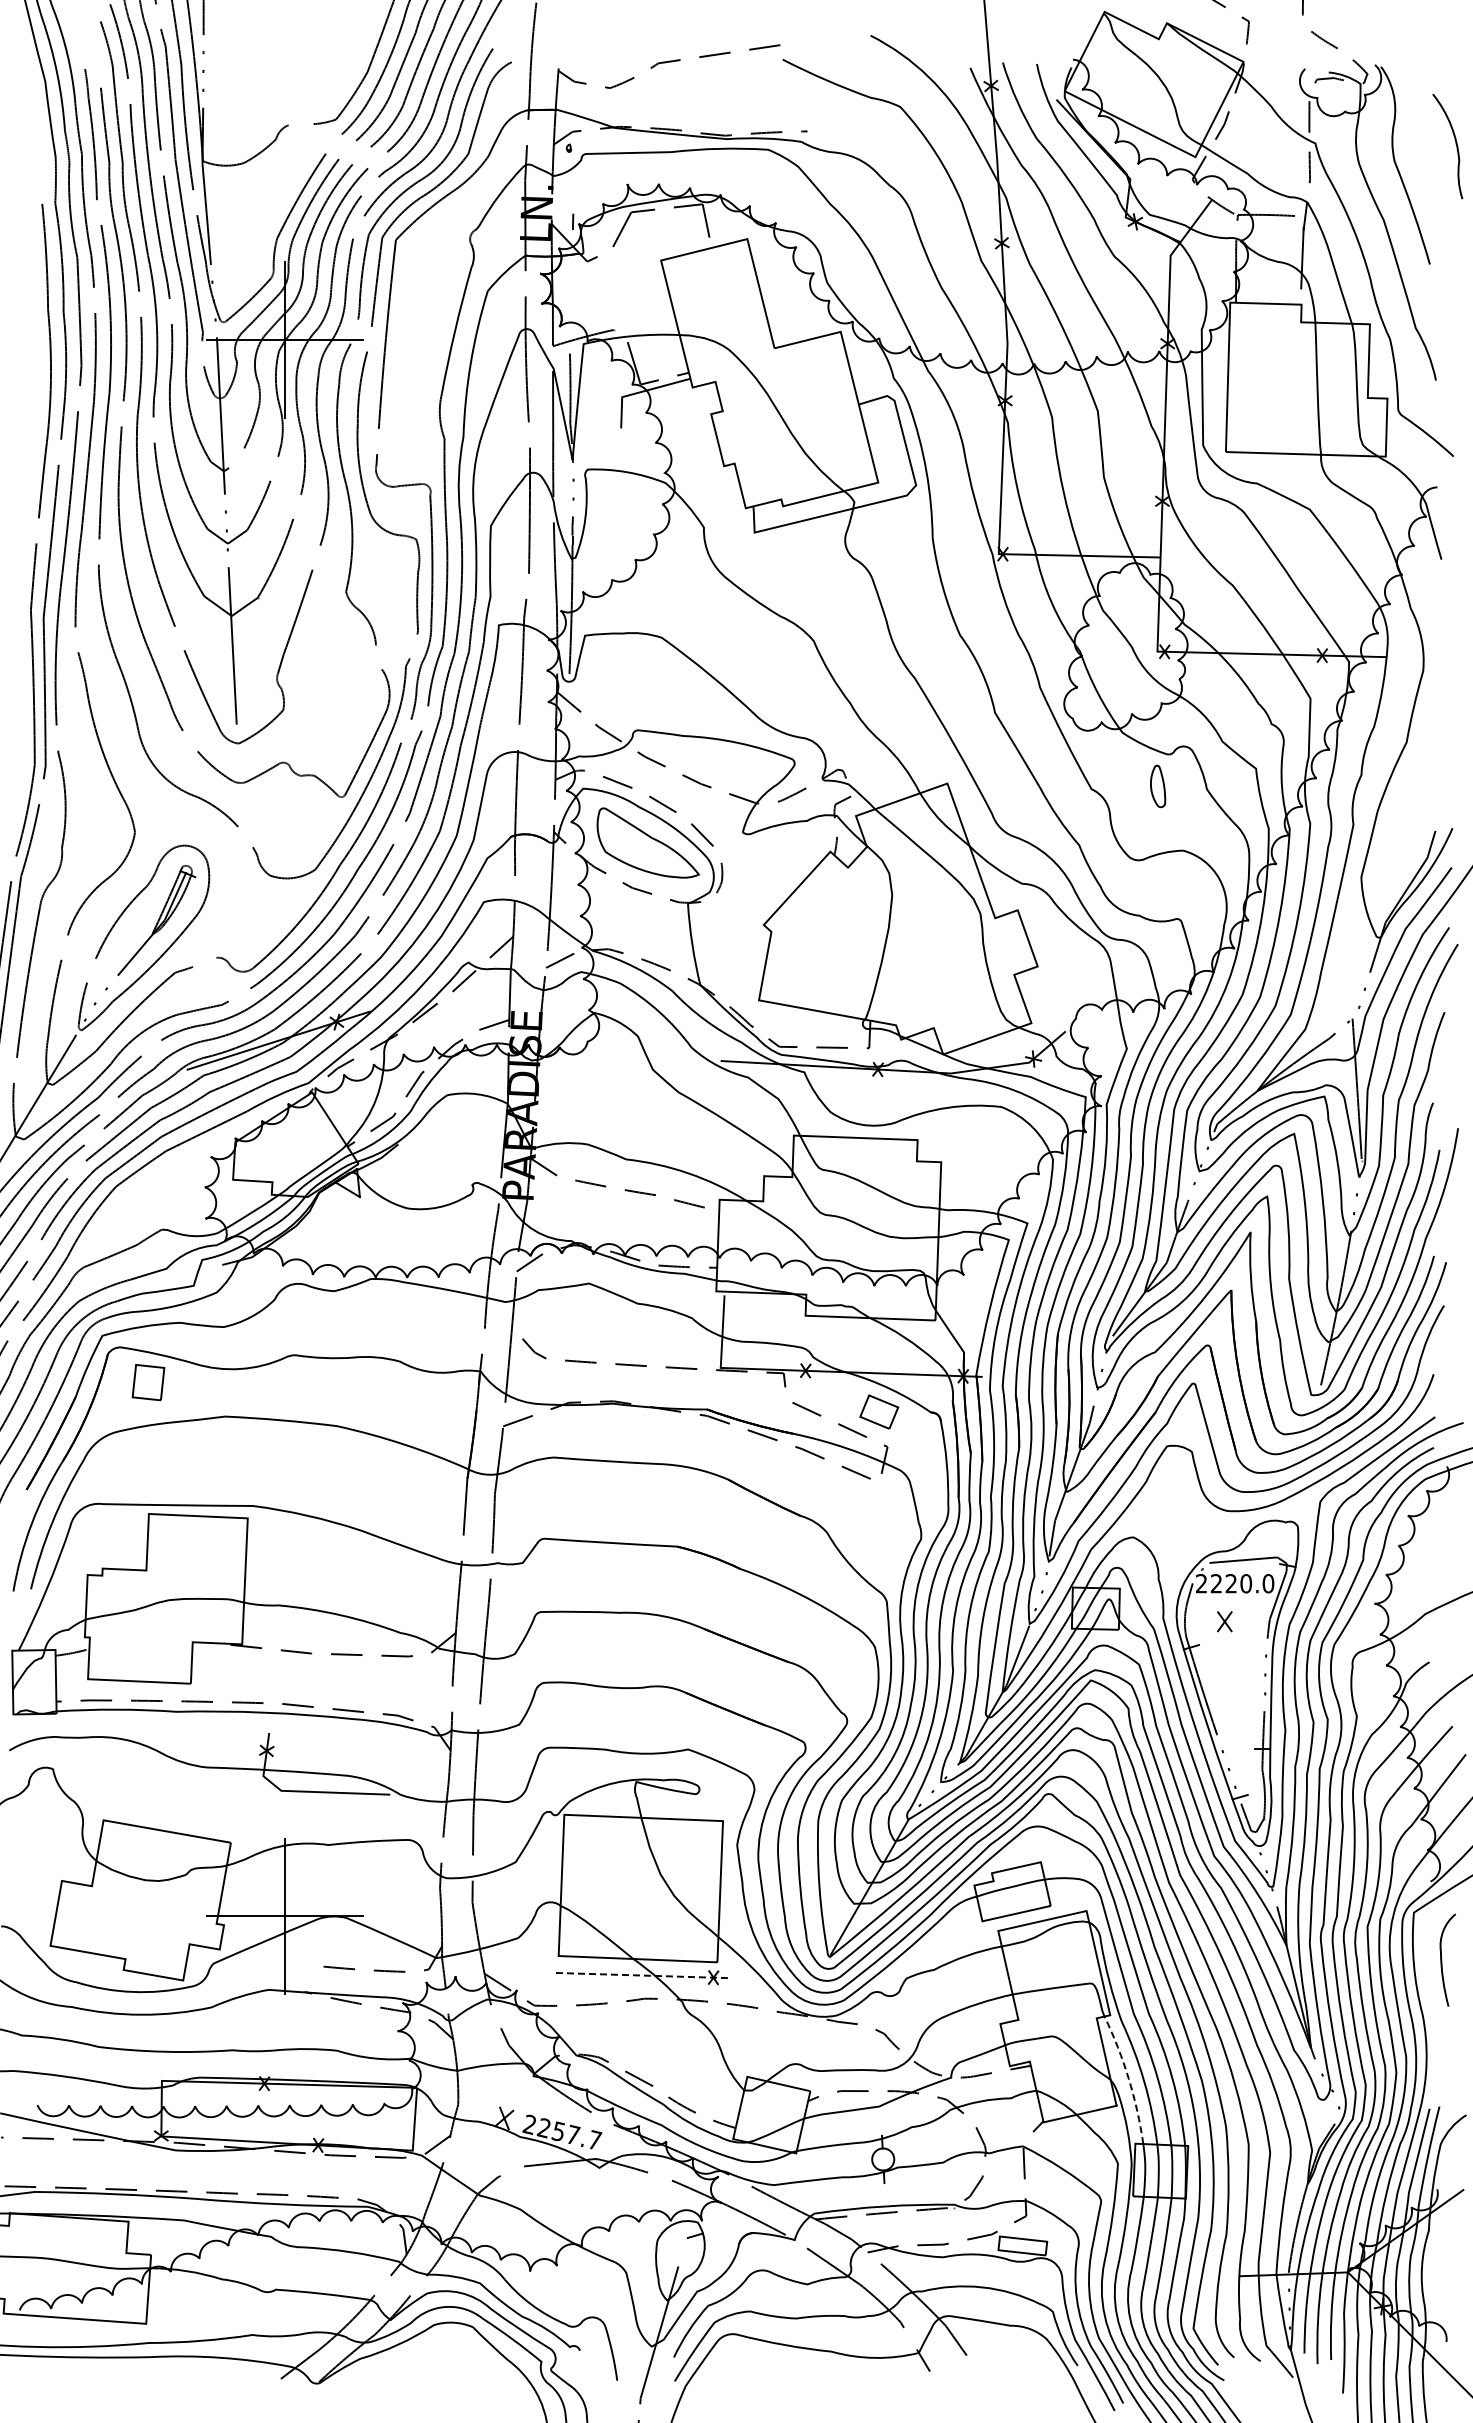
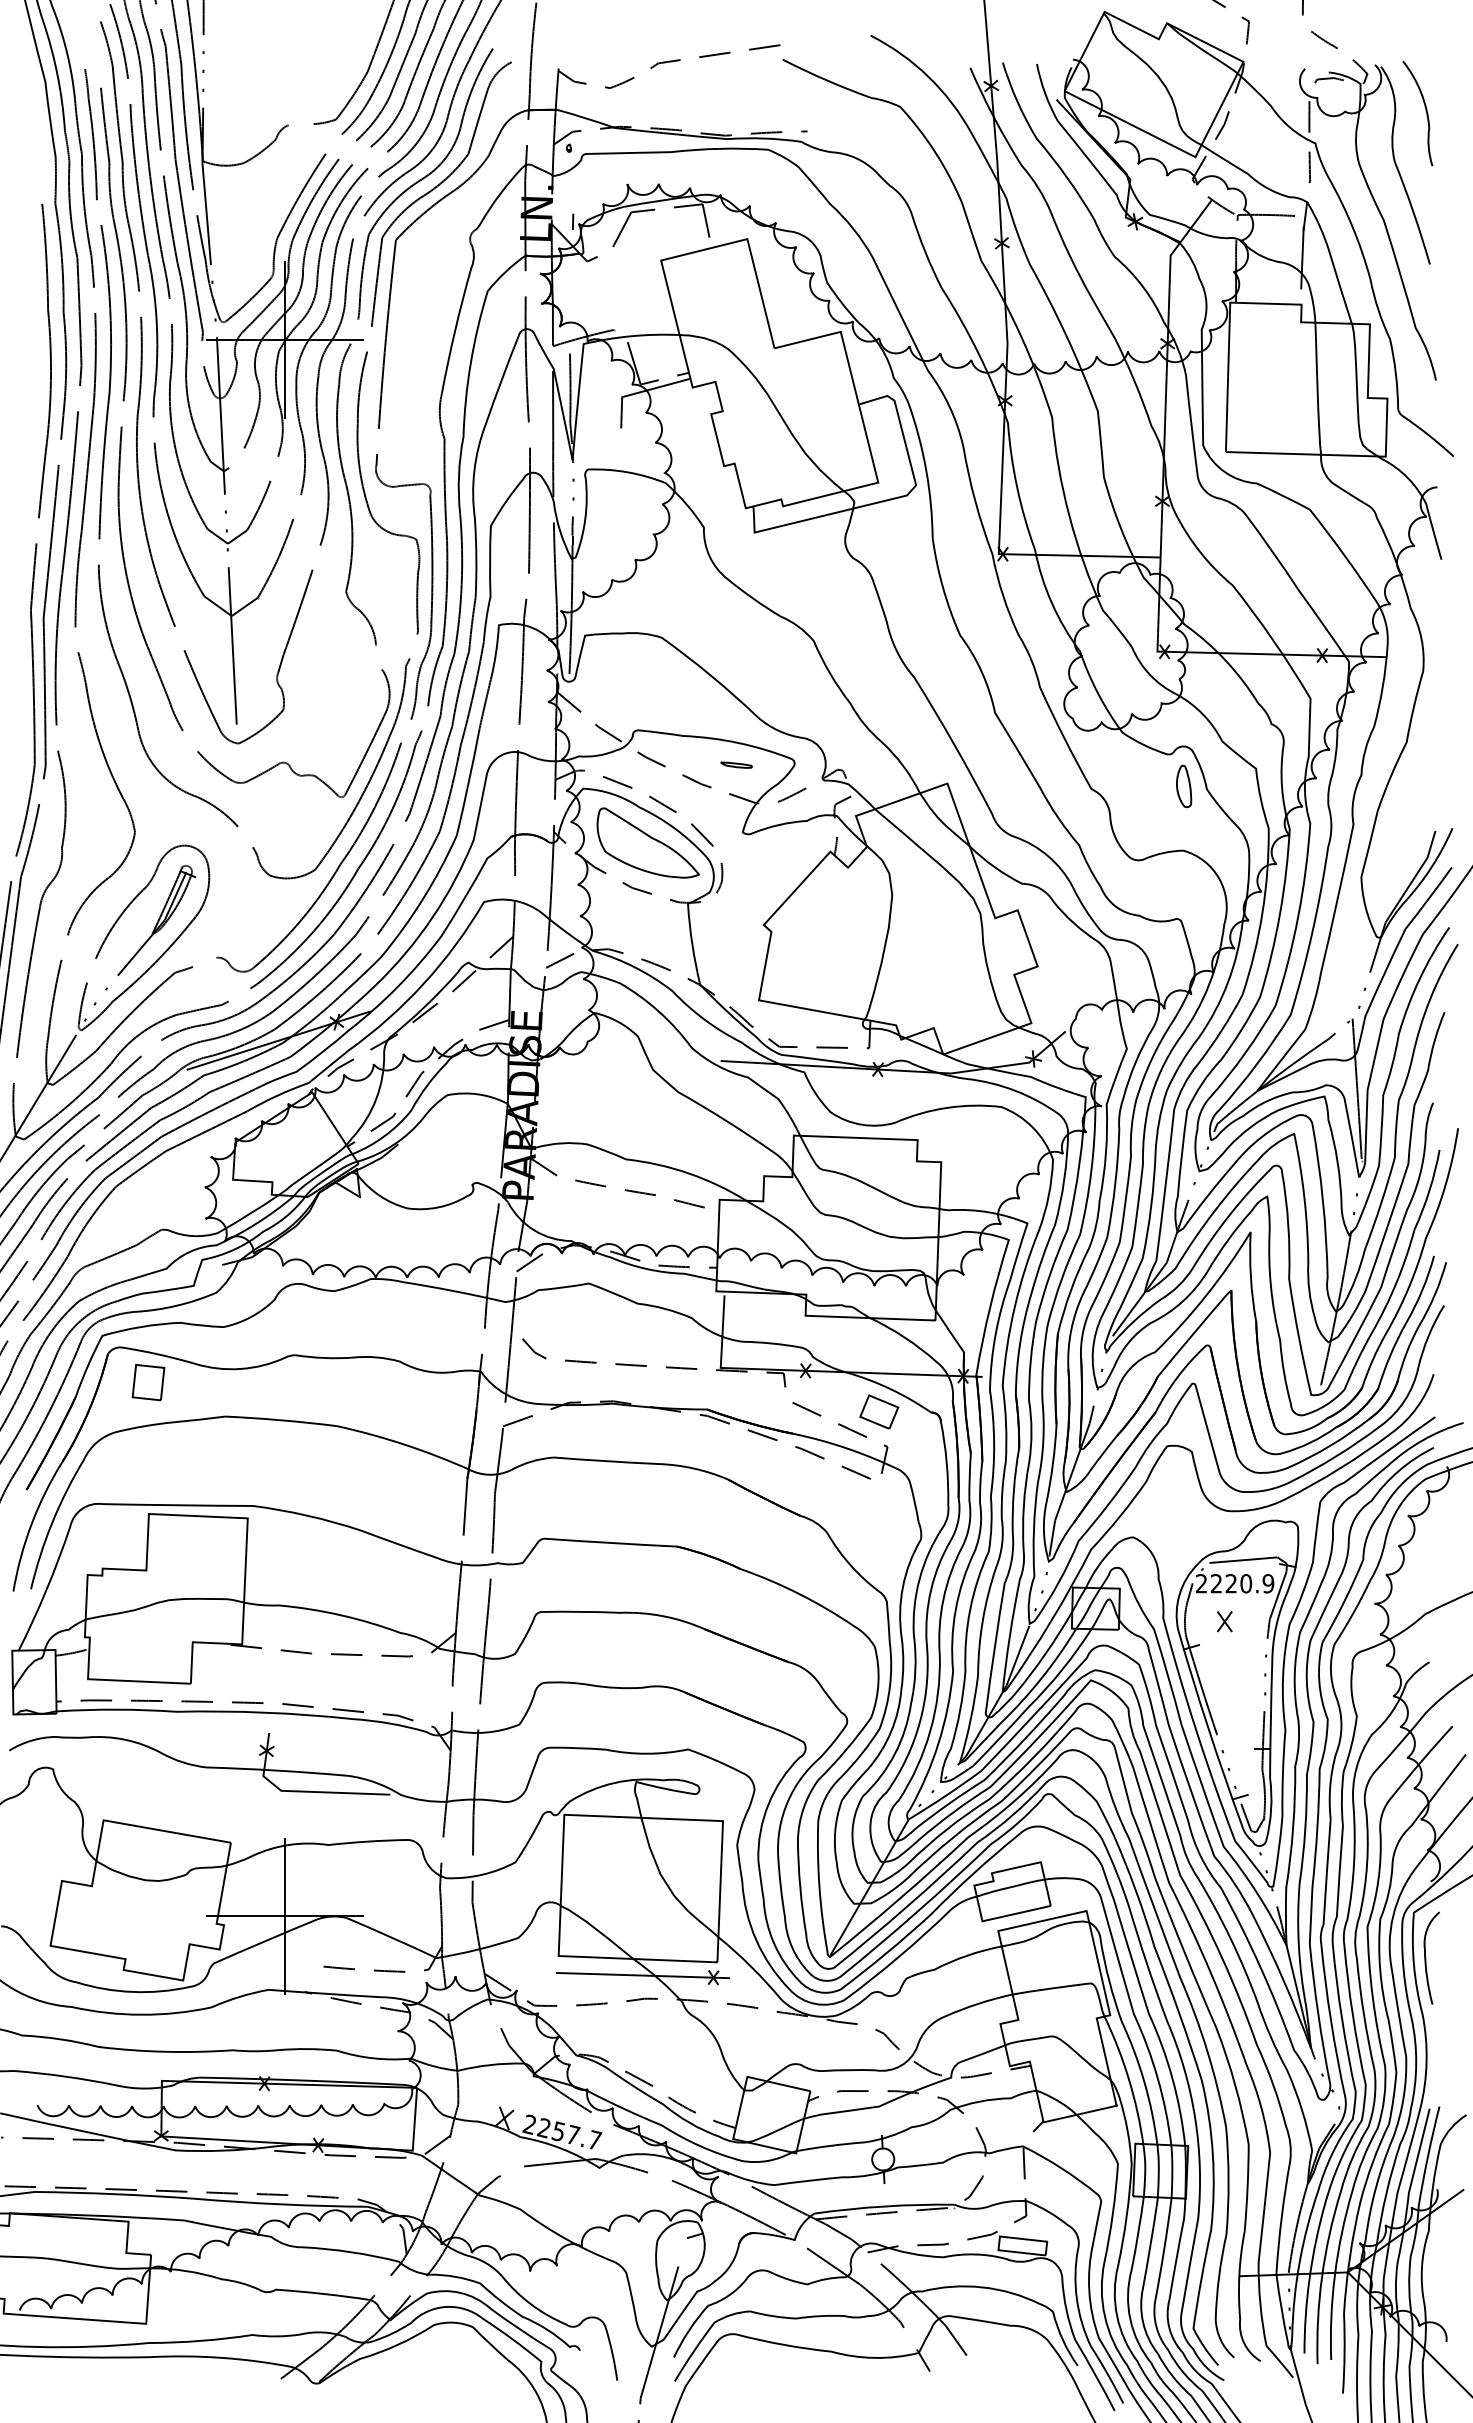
curve at (1455, 144) position: (1455, 144) -> (1425, 111)
part at (736, 764): none -> present
part at (1158, 786) position: (1158, 786) -> (1184, 786)
text at (1268, 1583): 2220.0 -> 2220.9
curve at (1442, 1959) position: (1442, 1959) -> (1426, 1957)
line at (643, 1975): dashed -> solid
line at (1128, 2078): dashed -> solid
